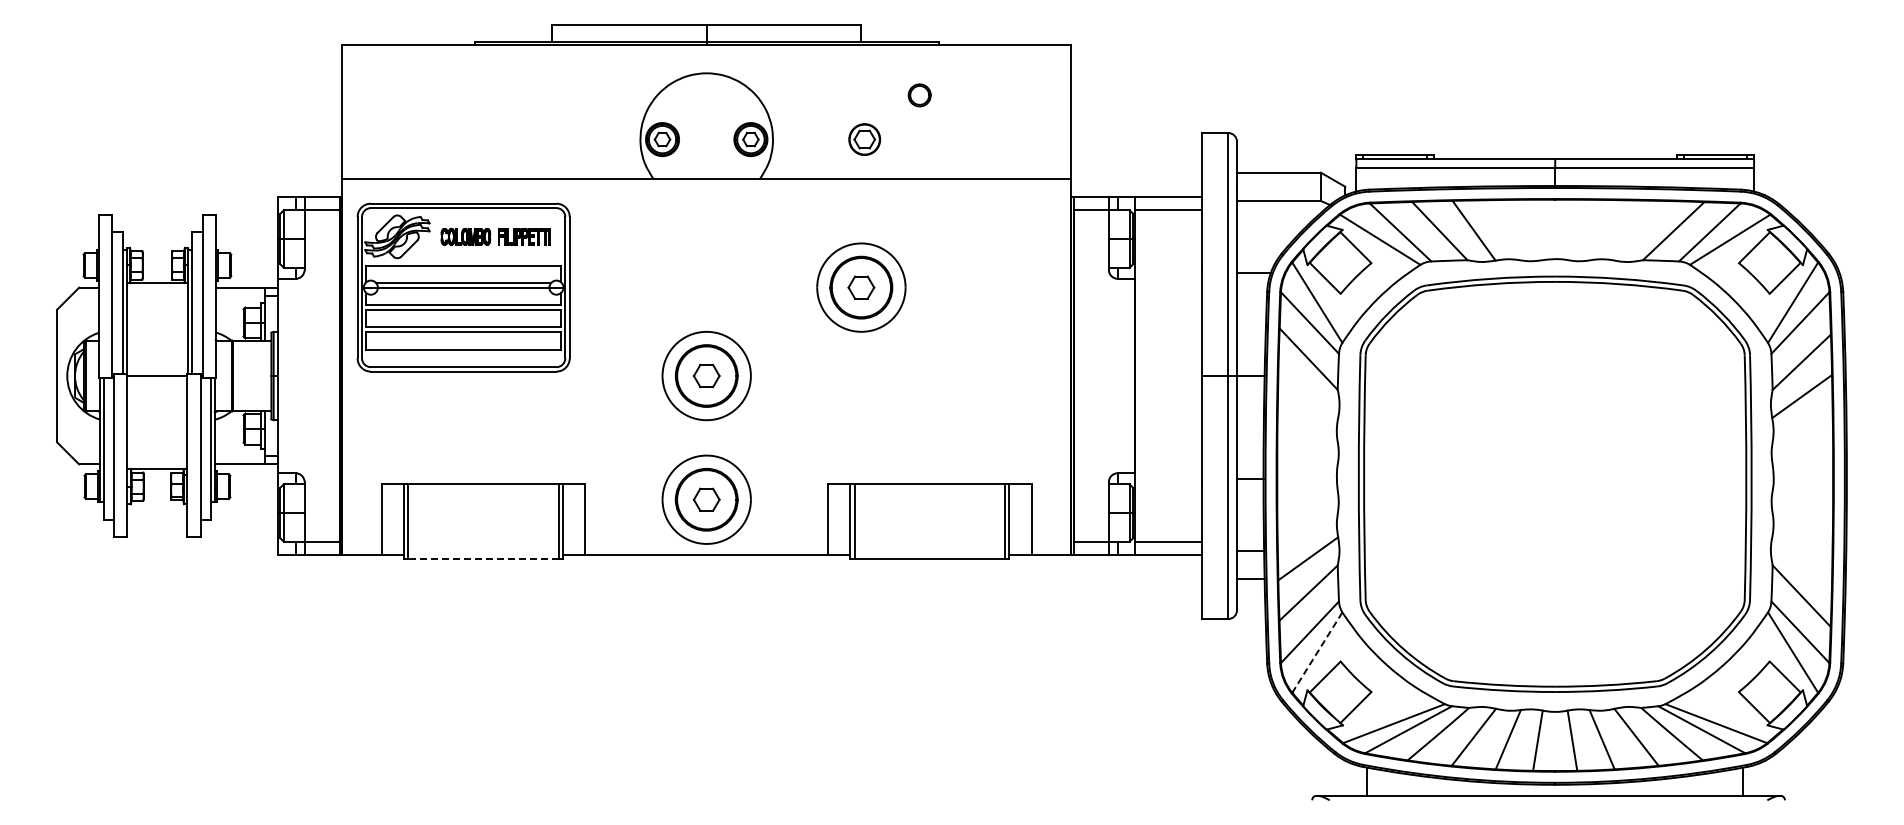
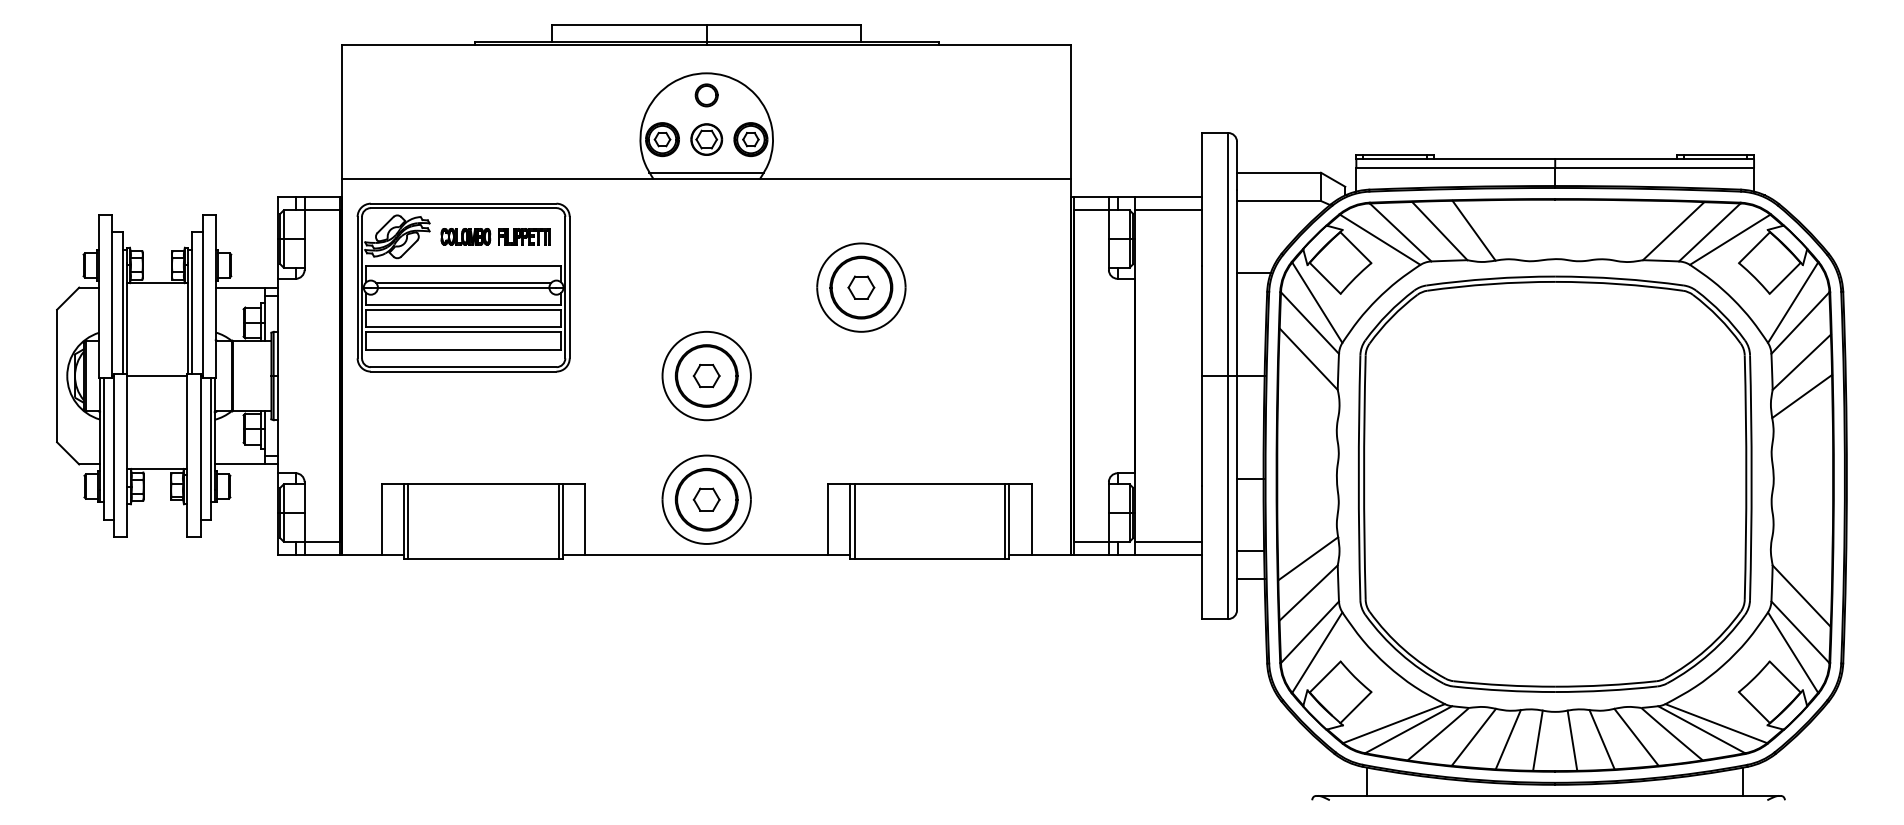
part at (919, 95) position: (919, 95) -> (706, 95)
part at (864, 139) position: (864, 139) -> (706, 139)
line at (706, 172): none -> present
line at (483, 559): dashed -> solid
line at (1317, 653): dashed -> solid
